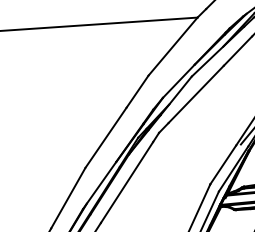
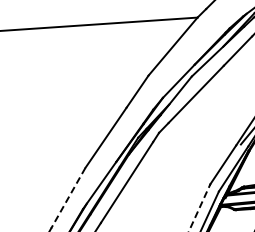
line at (68, 198): solid -> dashed
line at (199, 208): solid -> dashed
